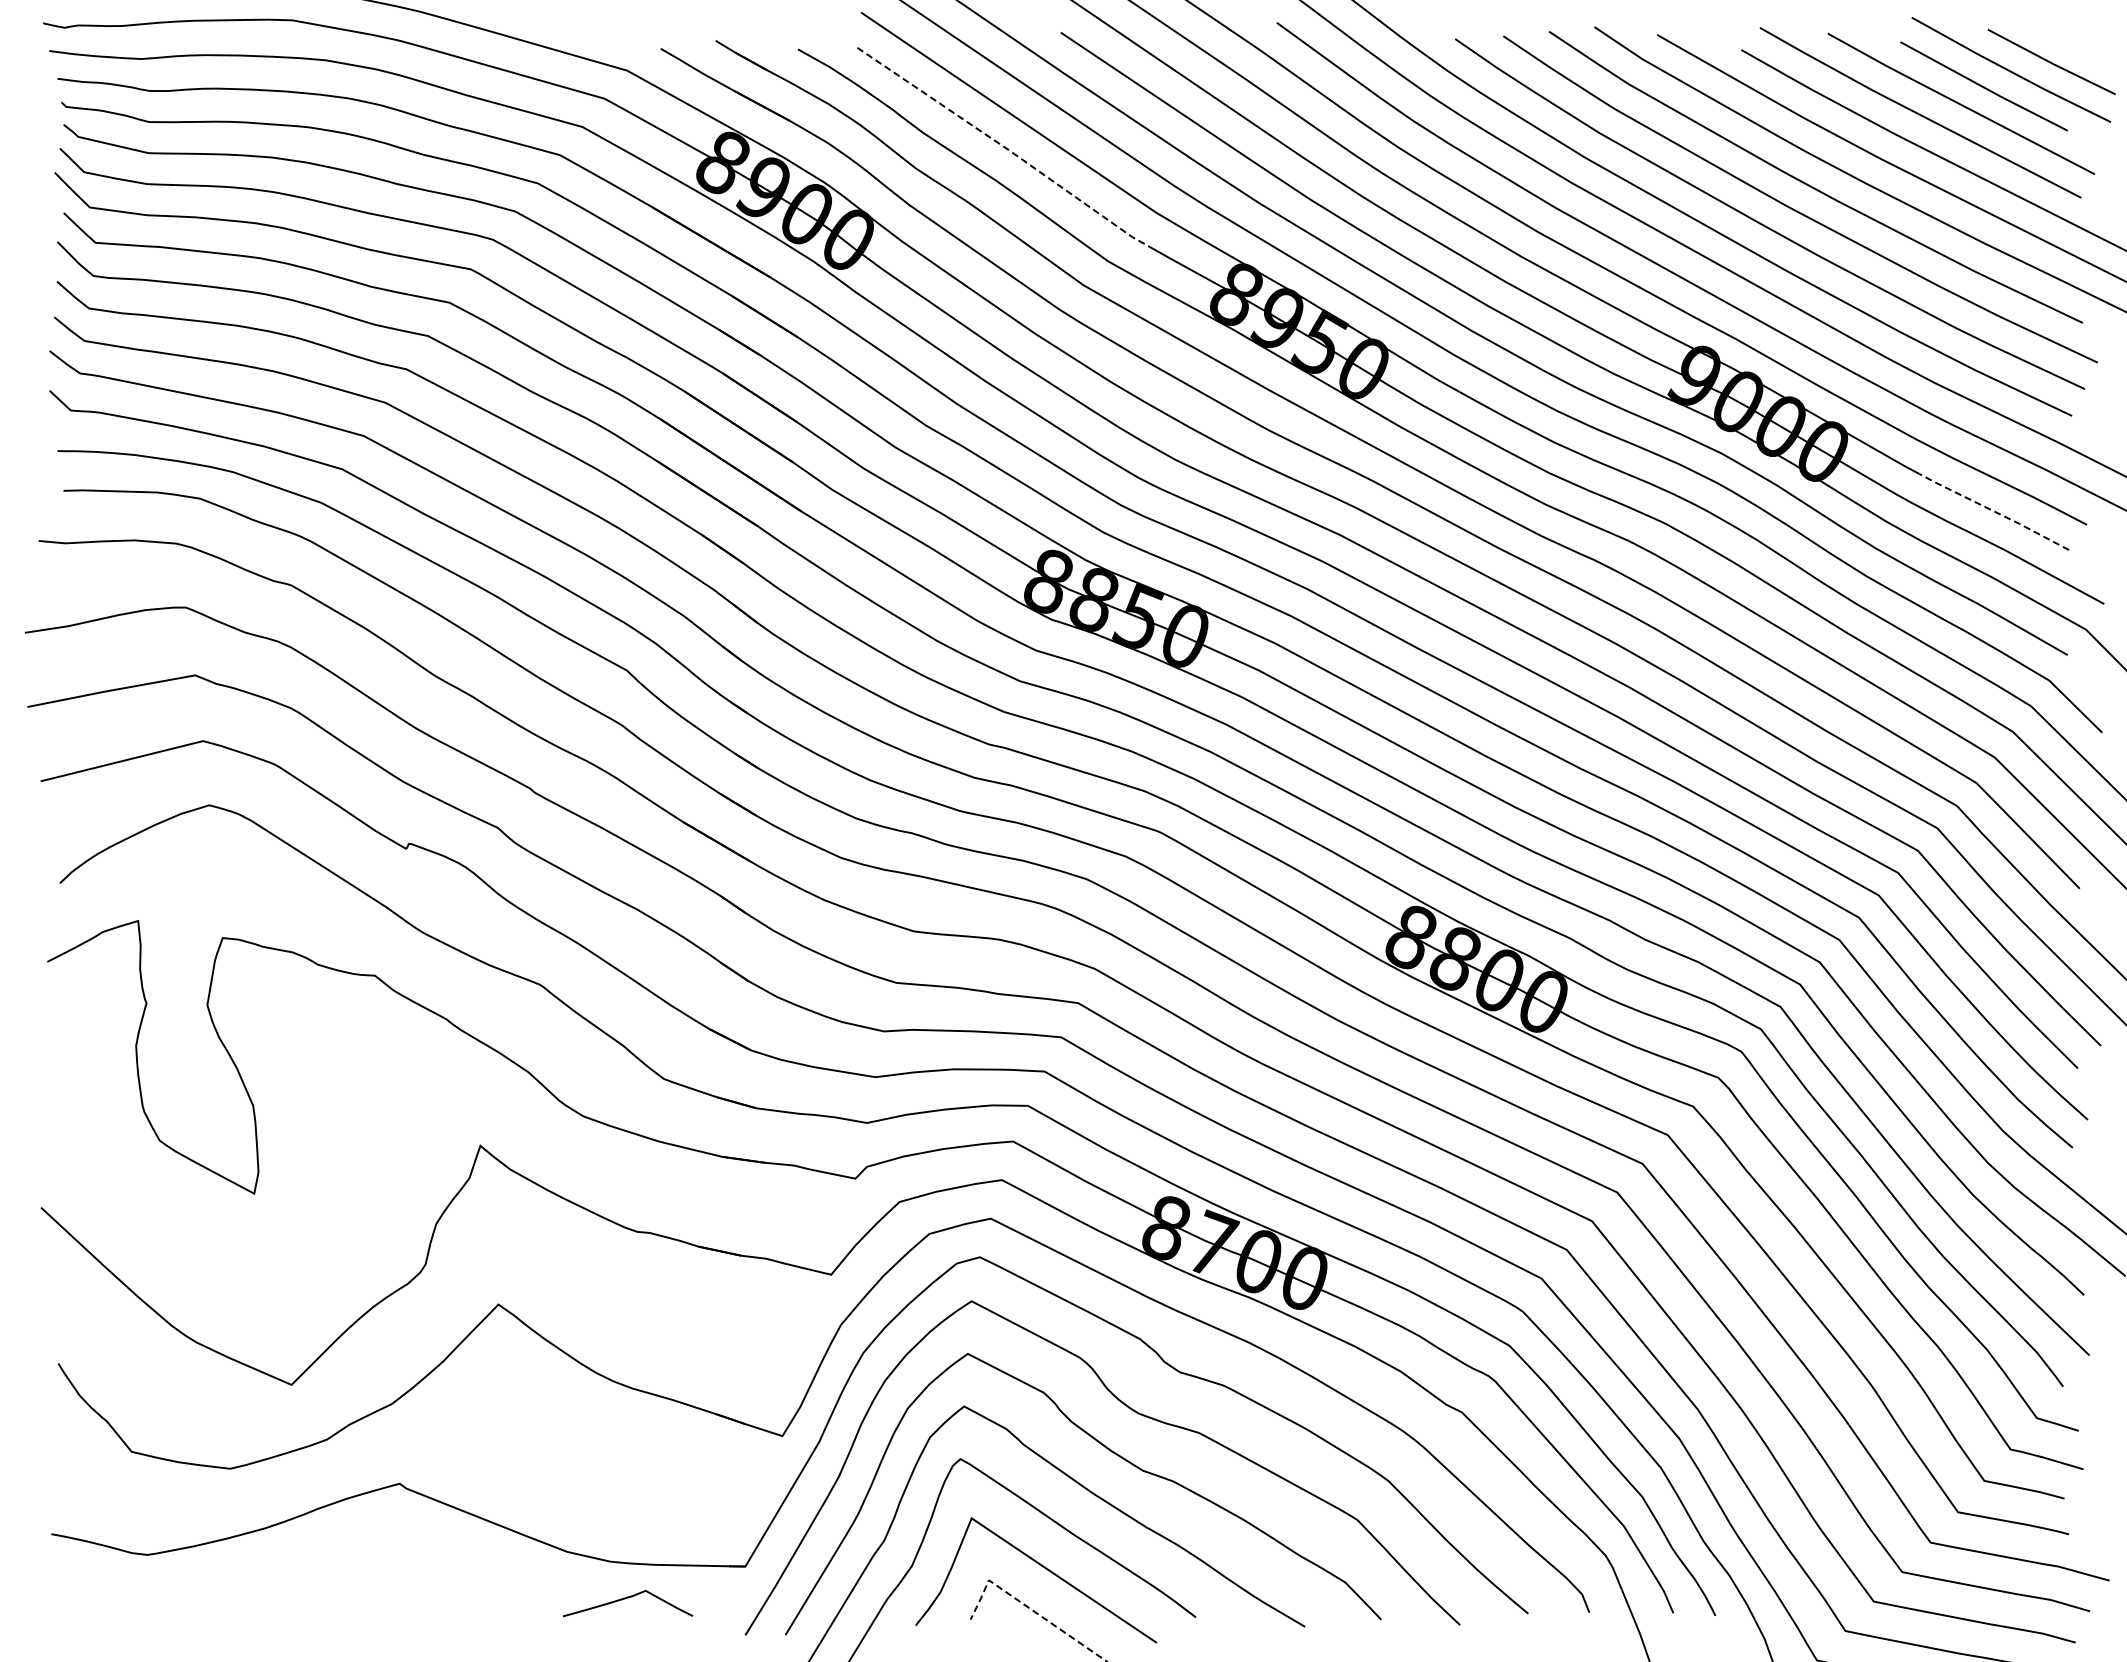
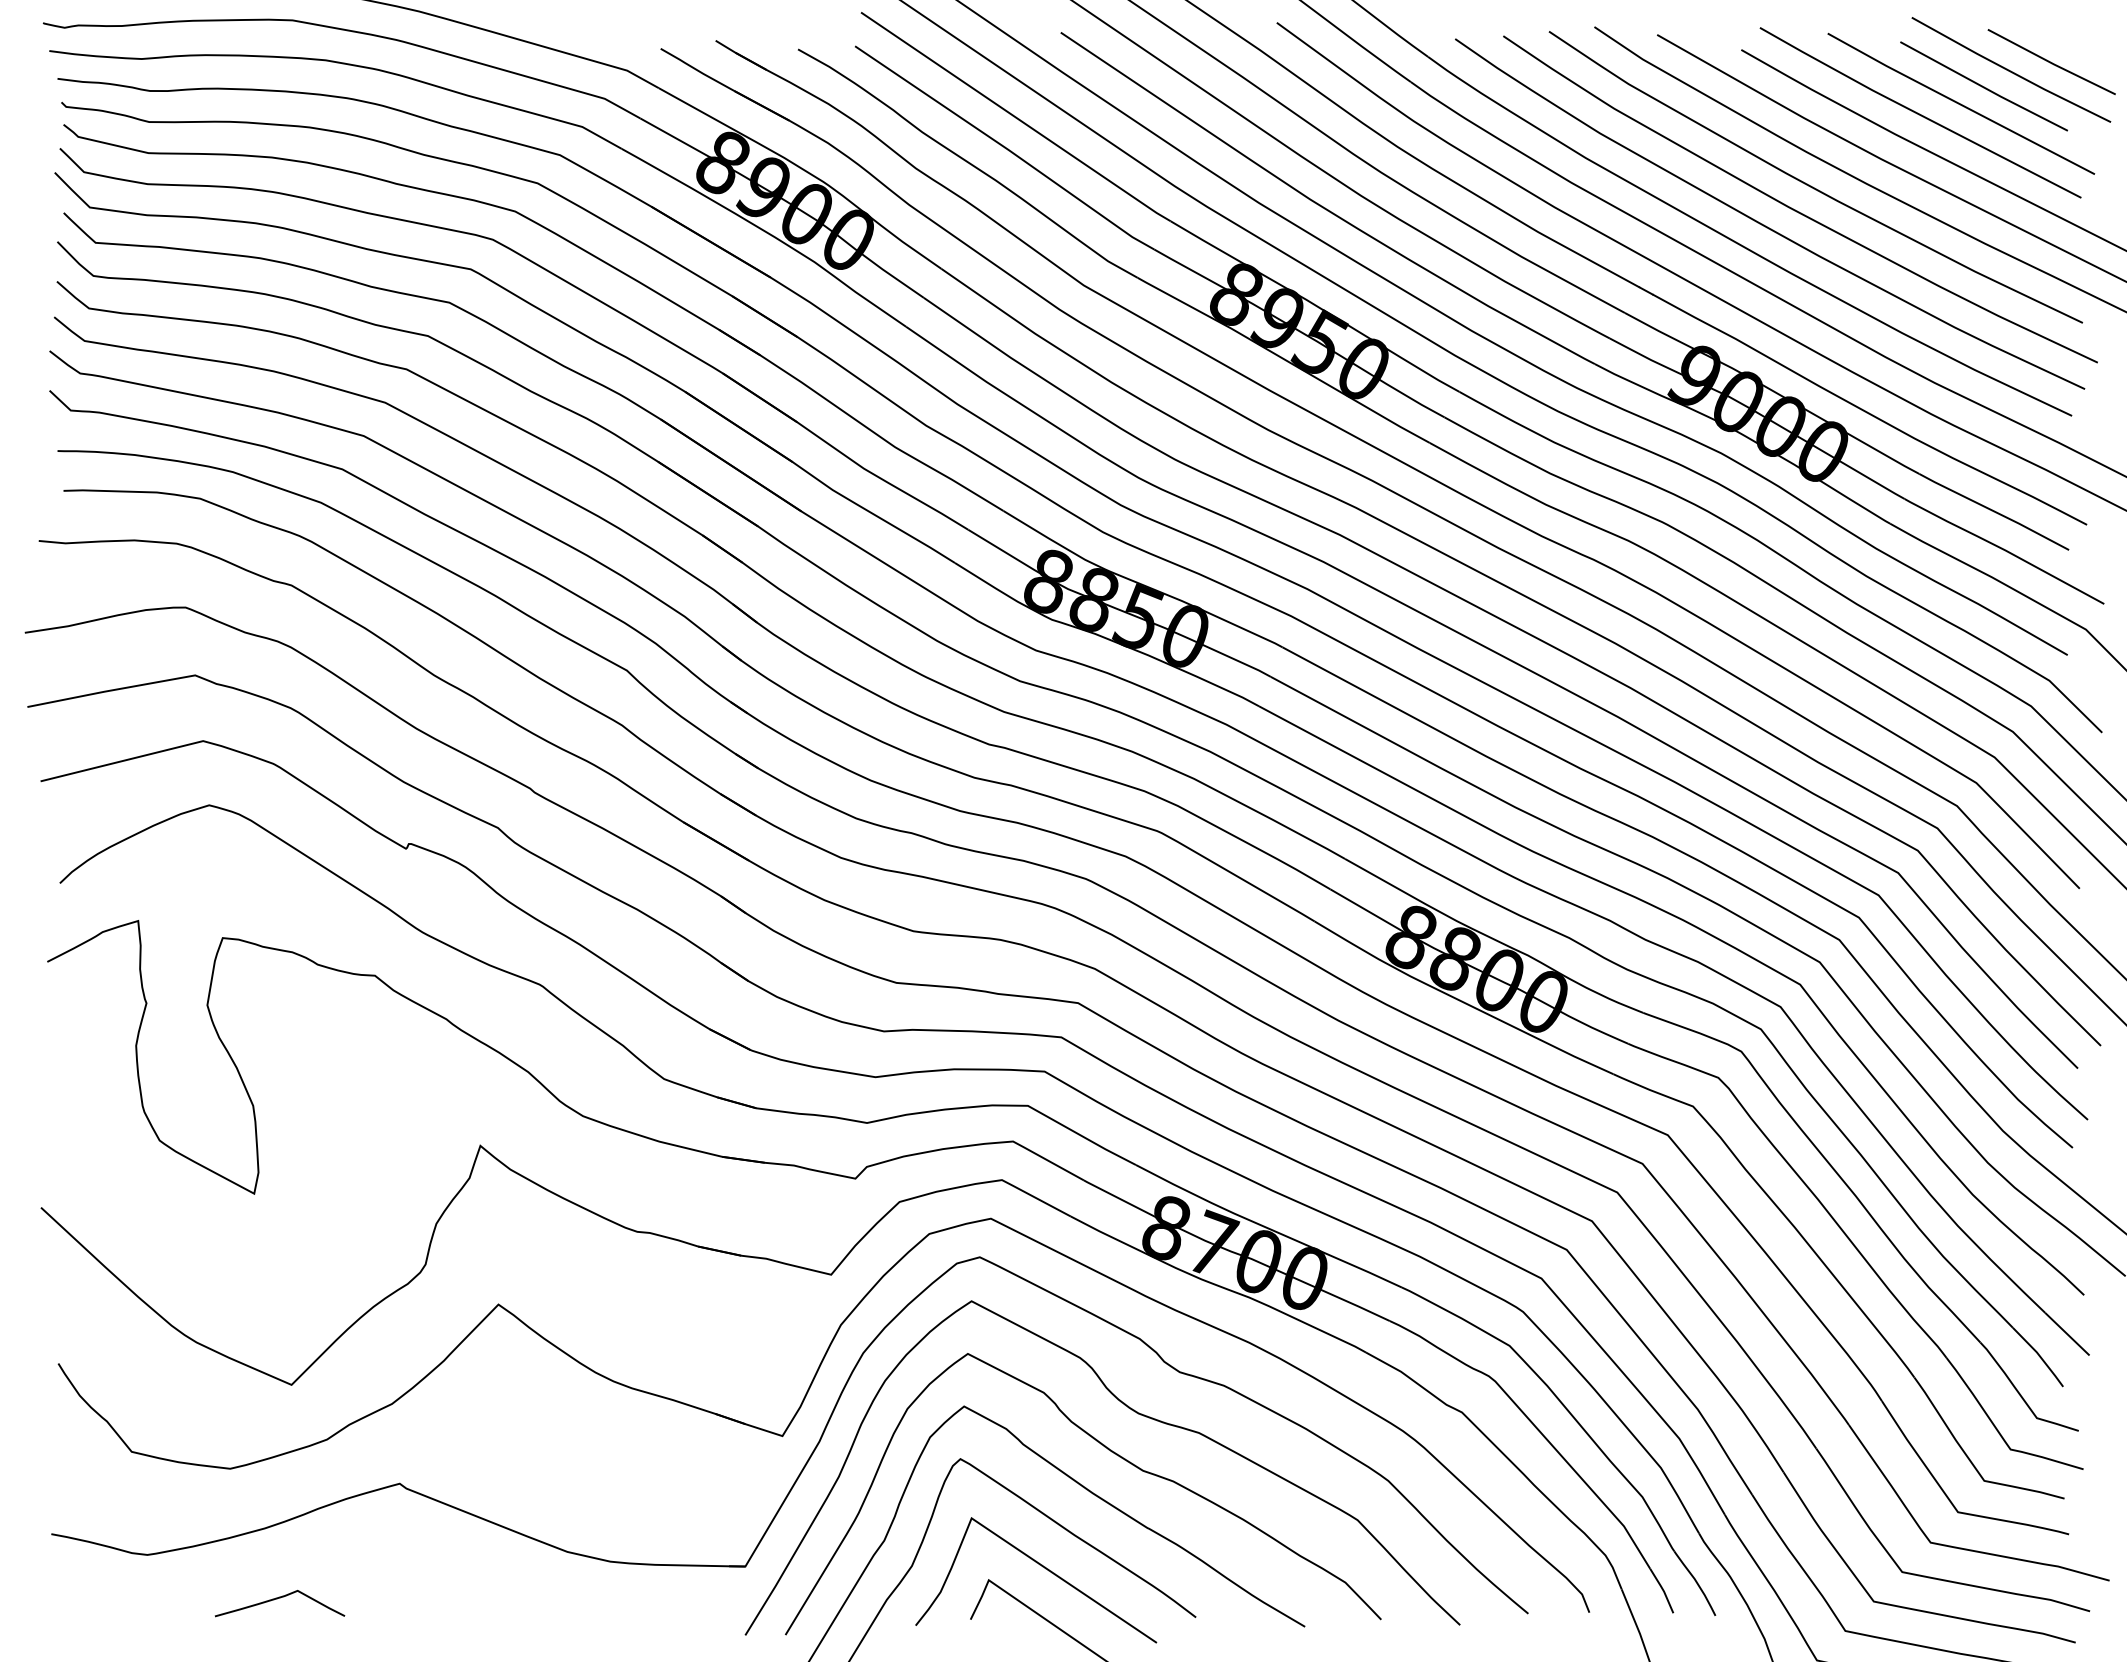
line at (1005, 147): dashed -> solid
line at (1994, 511): dashed -> solid
curve at (625, 1599) position: (625, 1599) -> (277, 1599)
line at (1028, 1607): dashed -> solid
